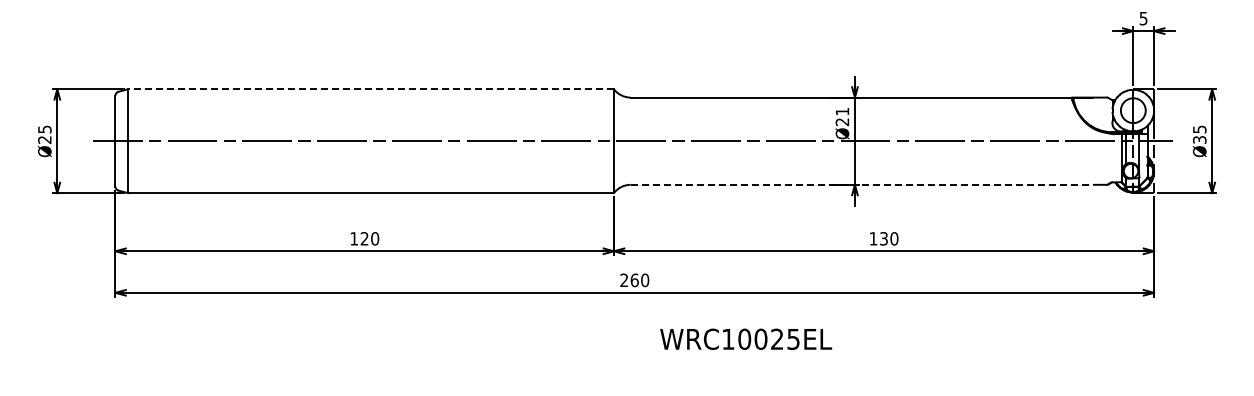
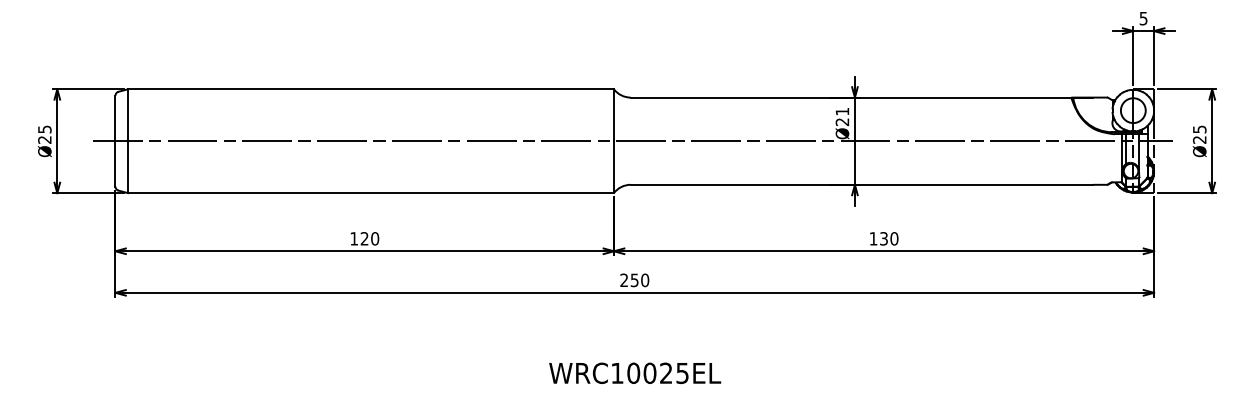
line at (370, 89): dashed -> solid
text at (1199, 139): Ø35 -> Ø25
line at (862, 184): dashed -> solid
text at (634, 280): 260 -> 250
text at (746, 338) position: (746, 338) -> (635, 372)
